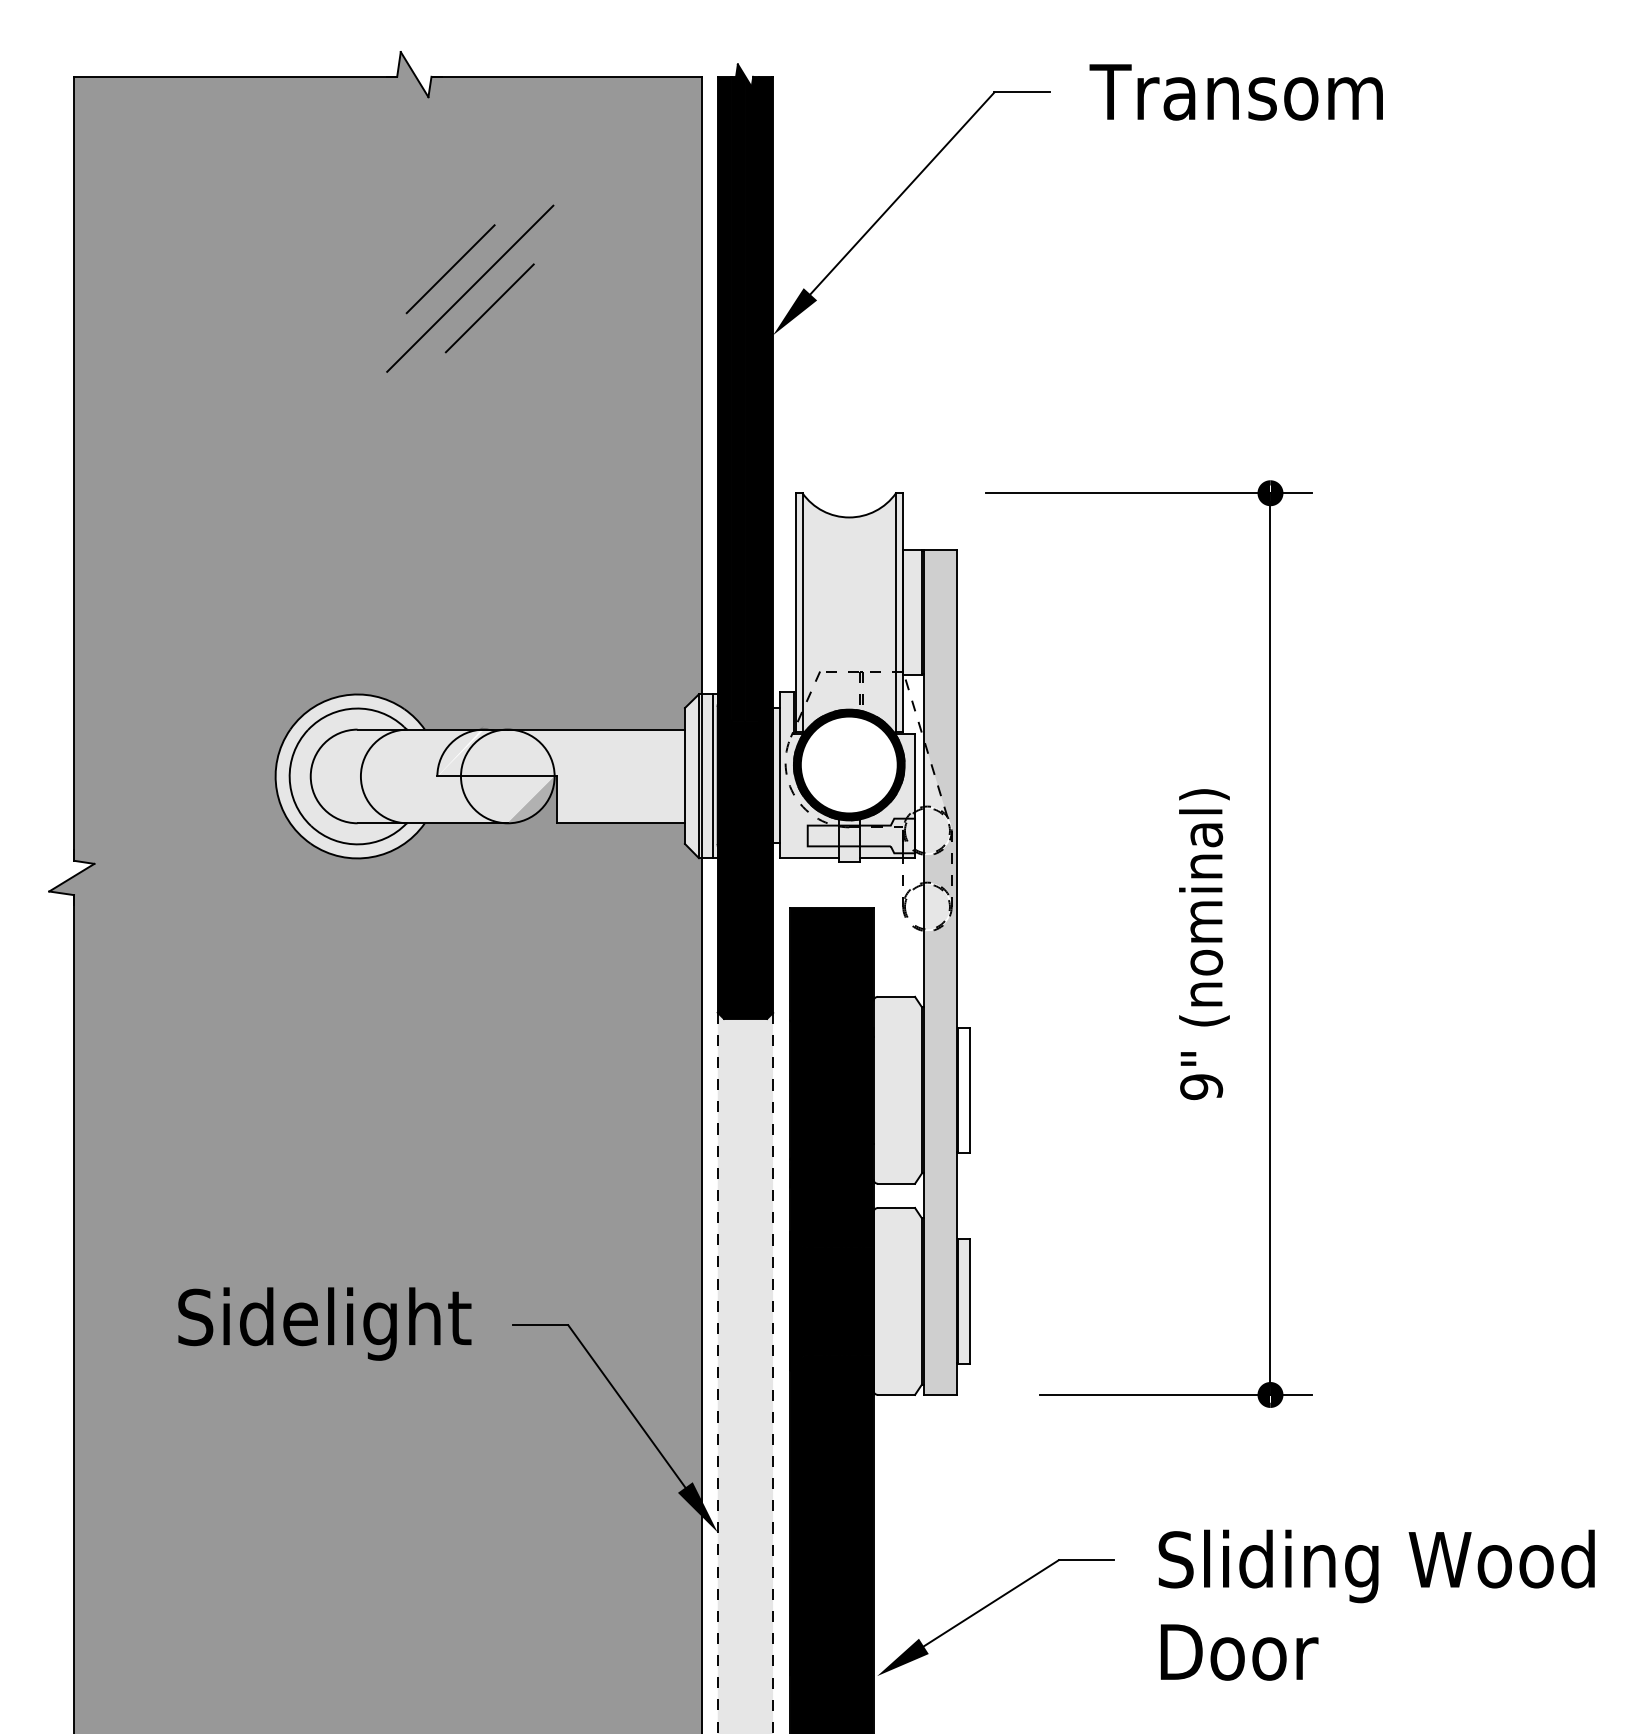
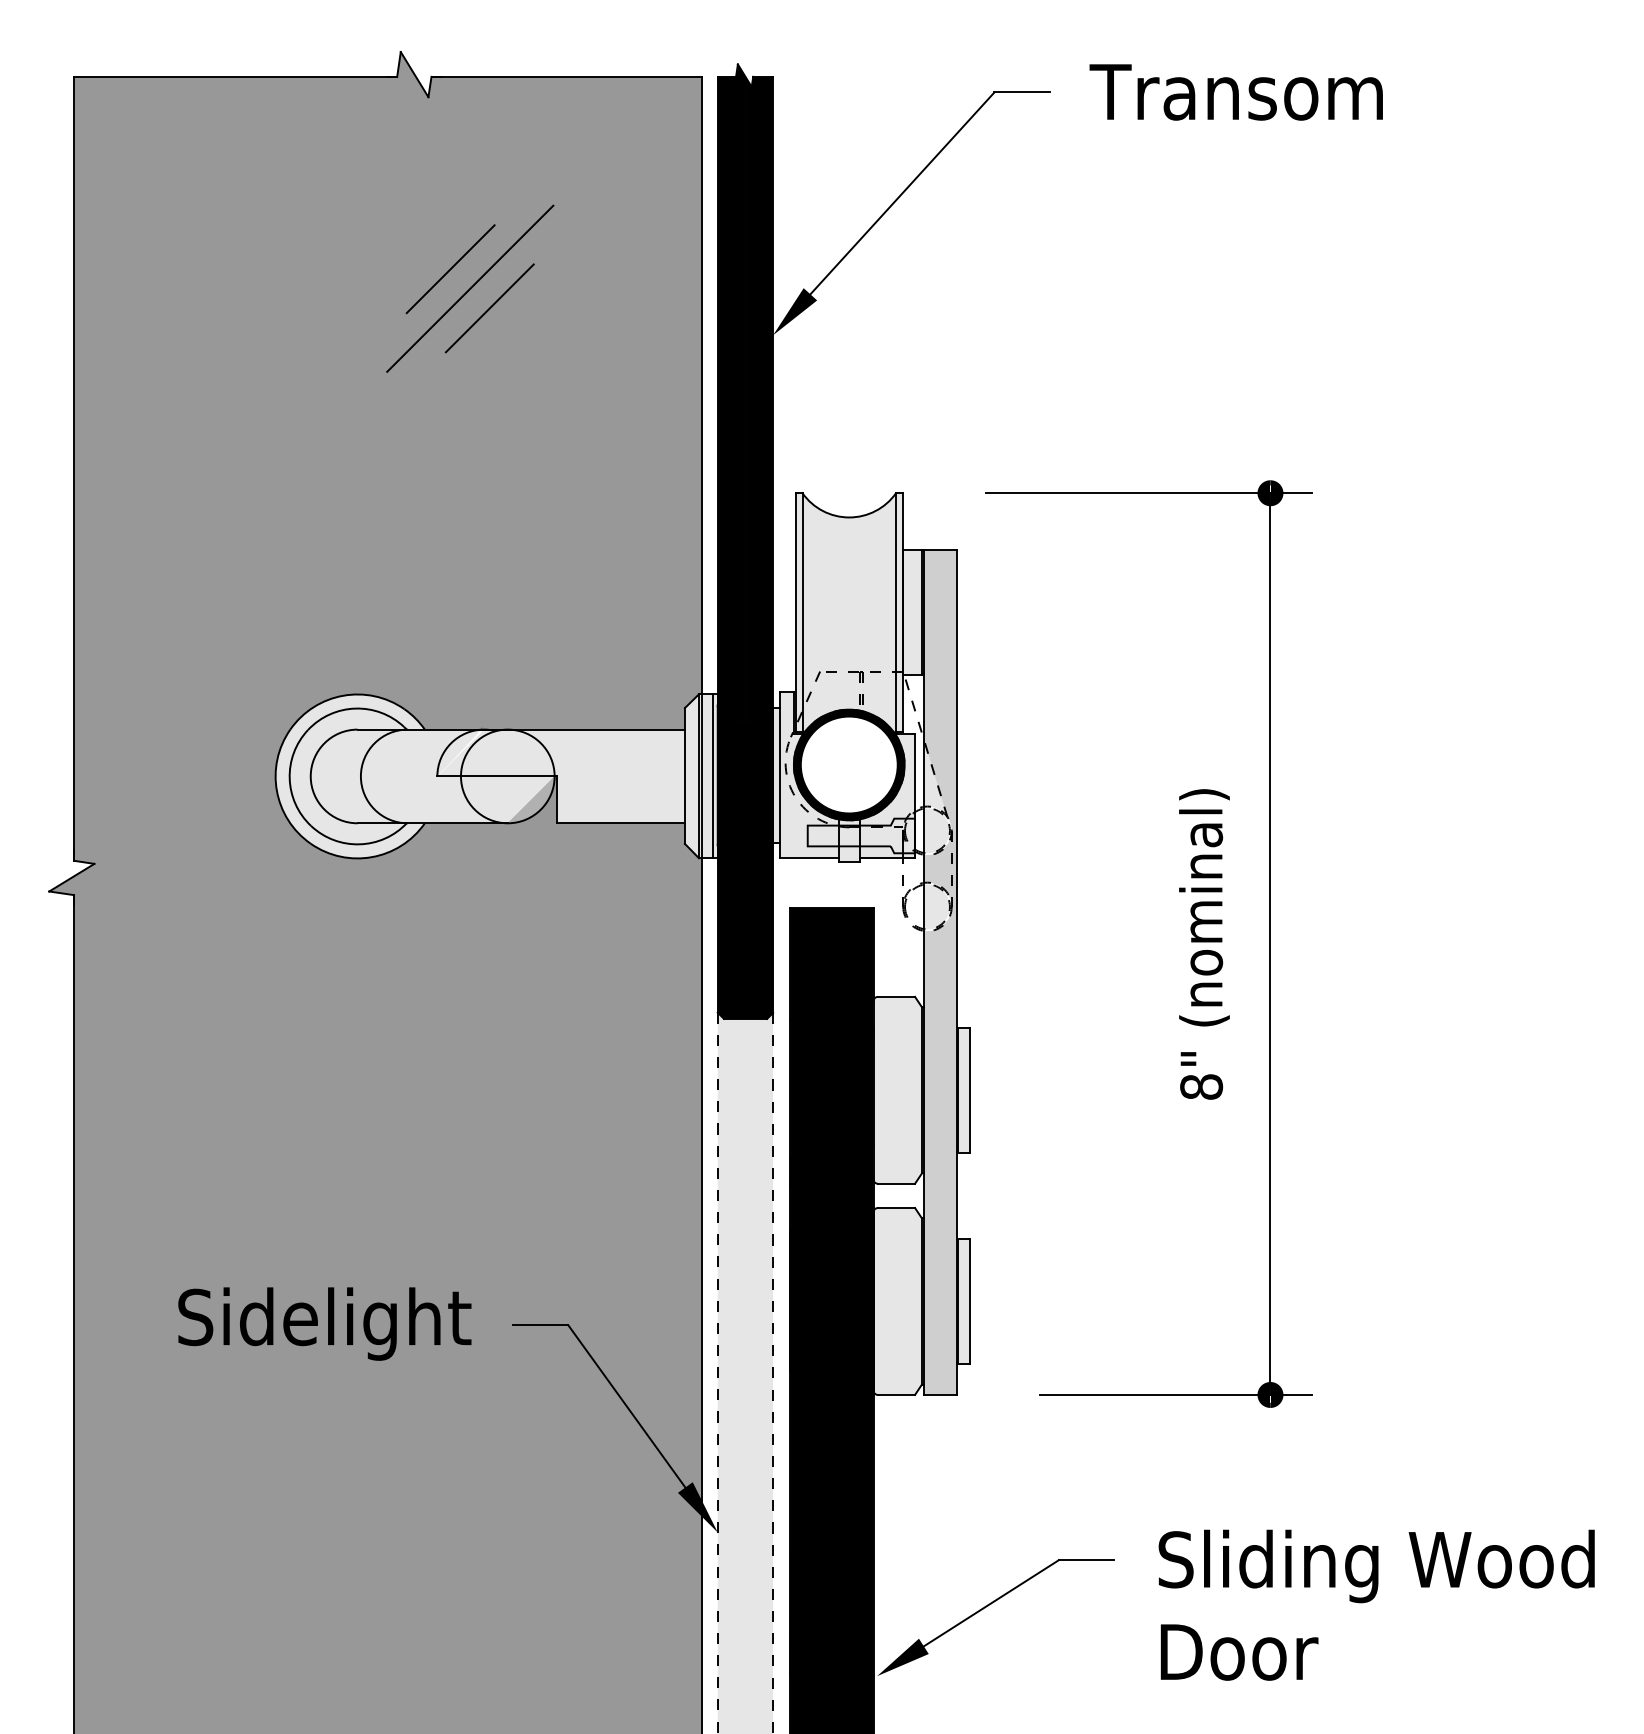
text at (1201, 1087): 9" -> 8"
fill at (964, 1090): none -> present
